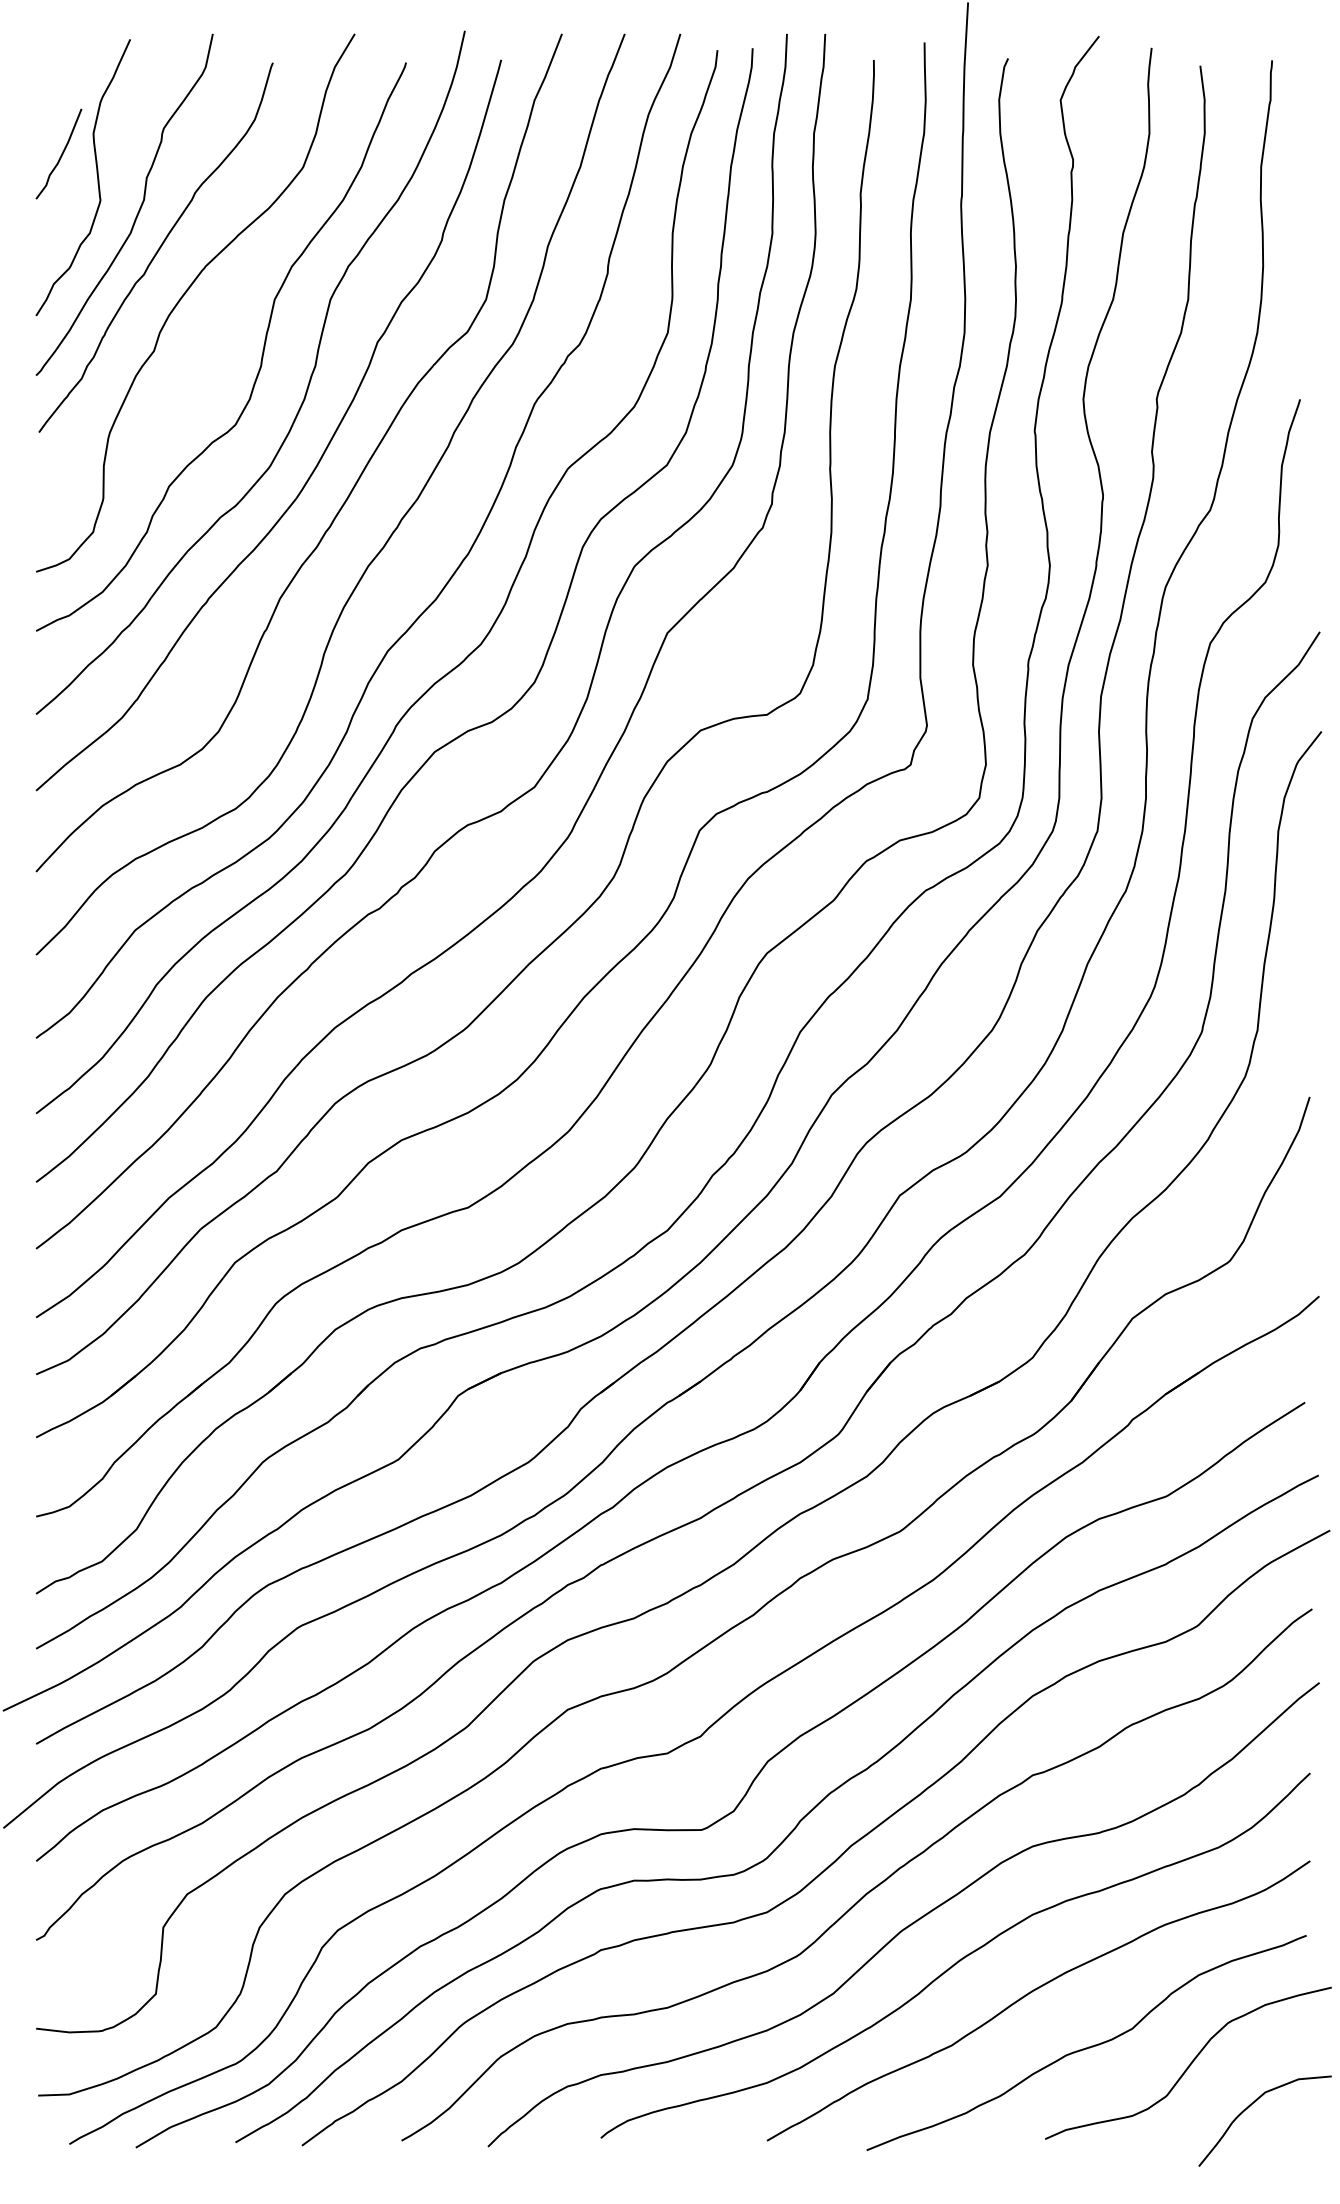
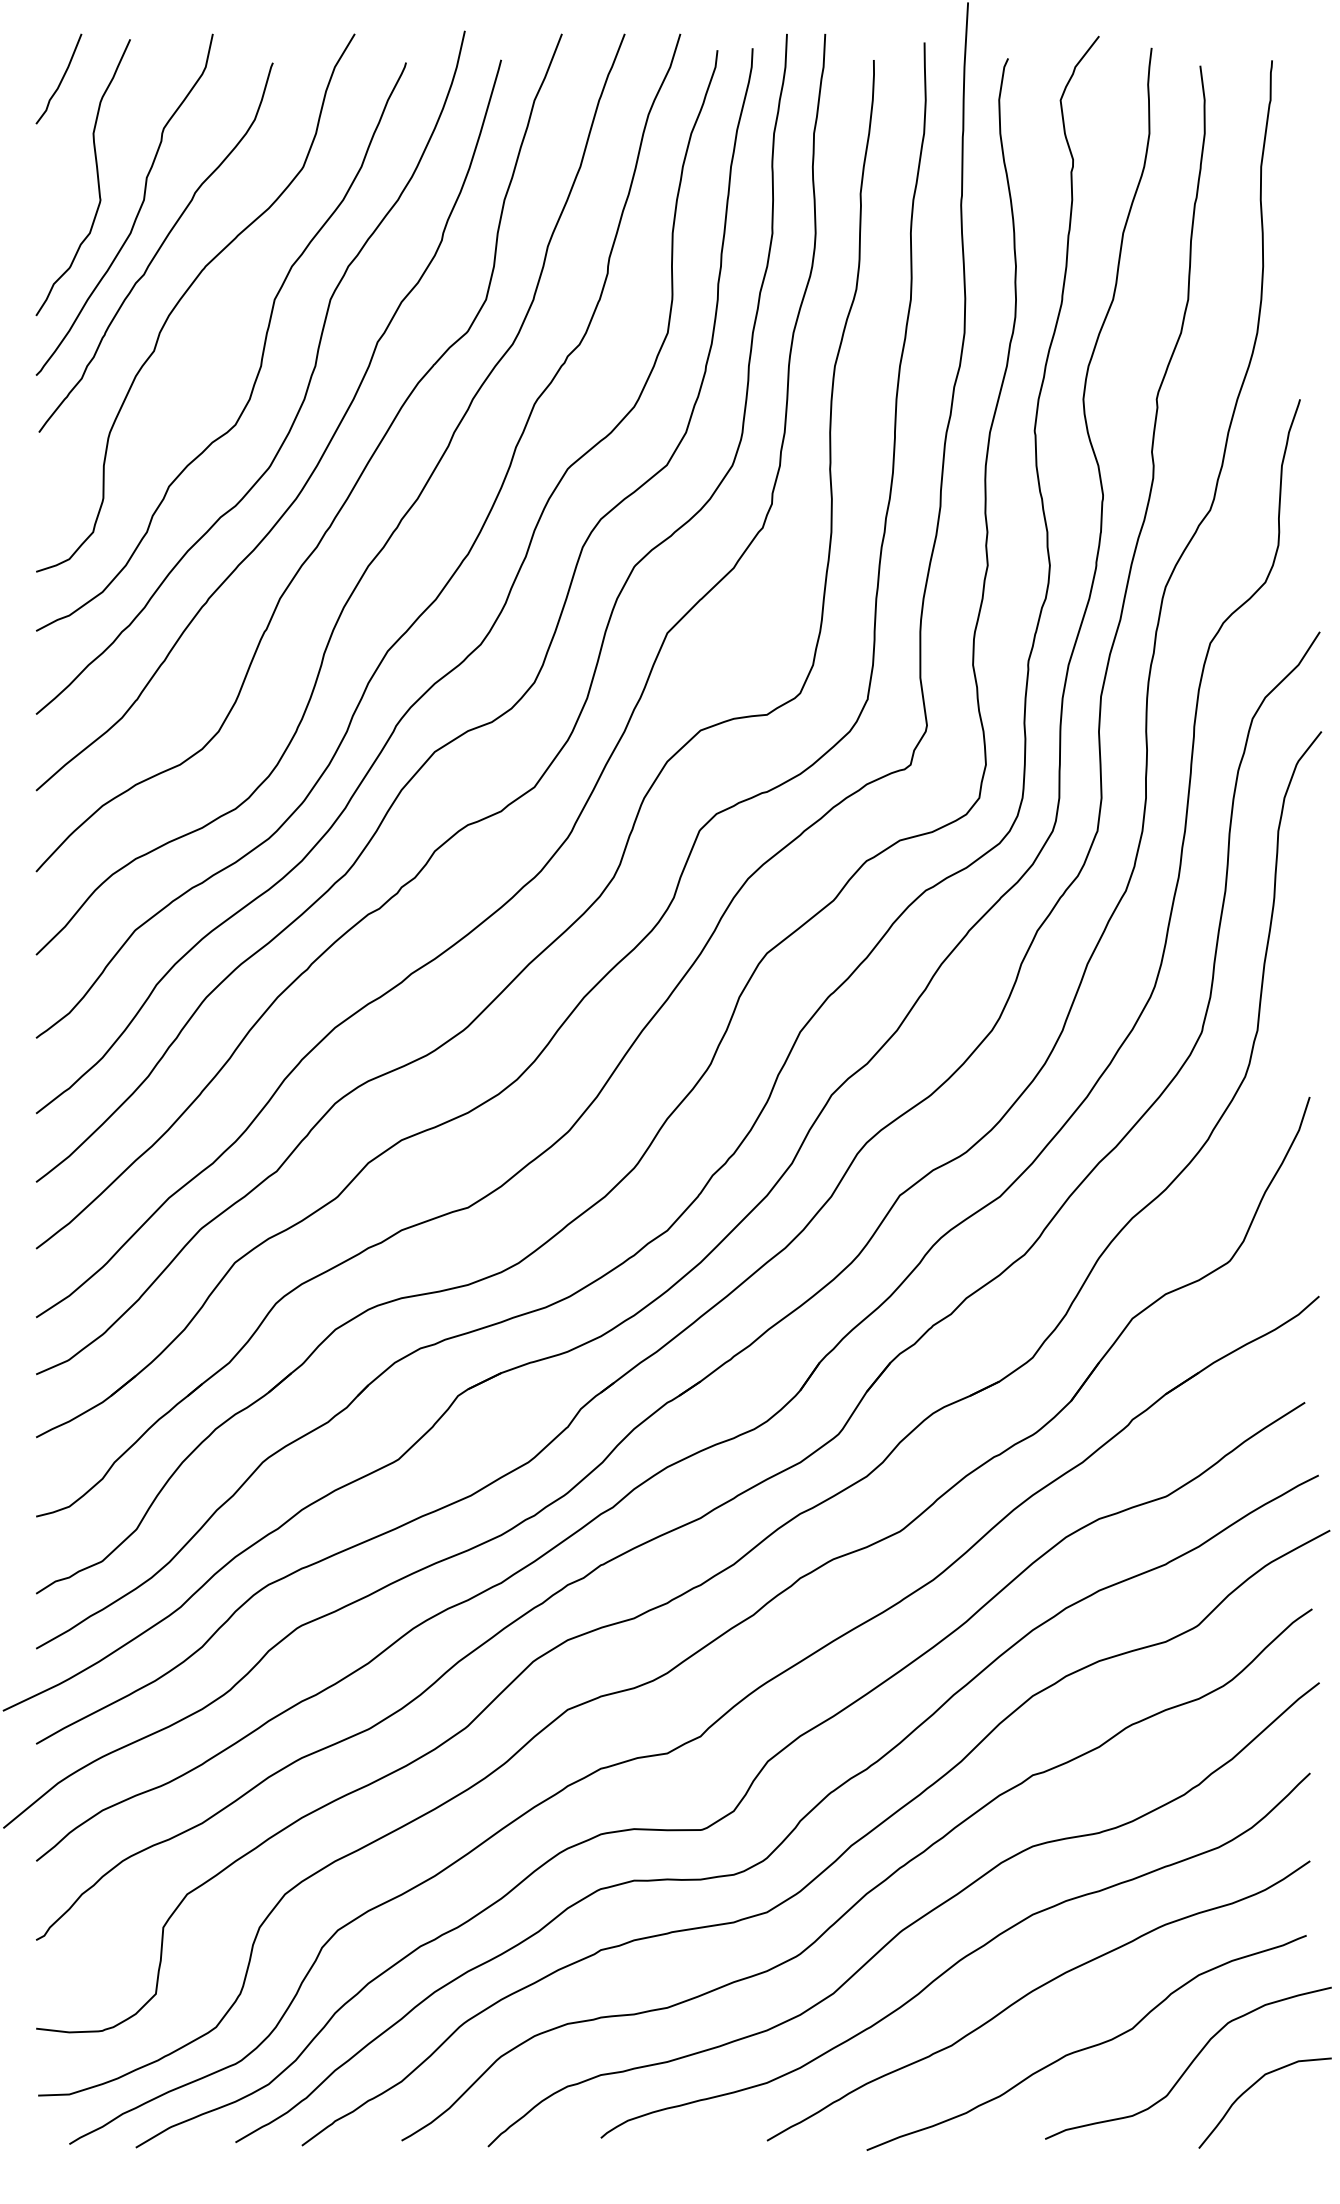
curve at (60, 155) position: (60, 155) -> (60, 80)
curve at (1250, 2106) position: (1250, 2106) -> (1250, 2088)
